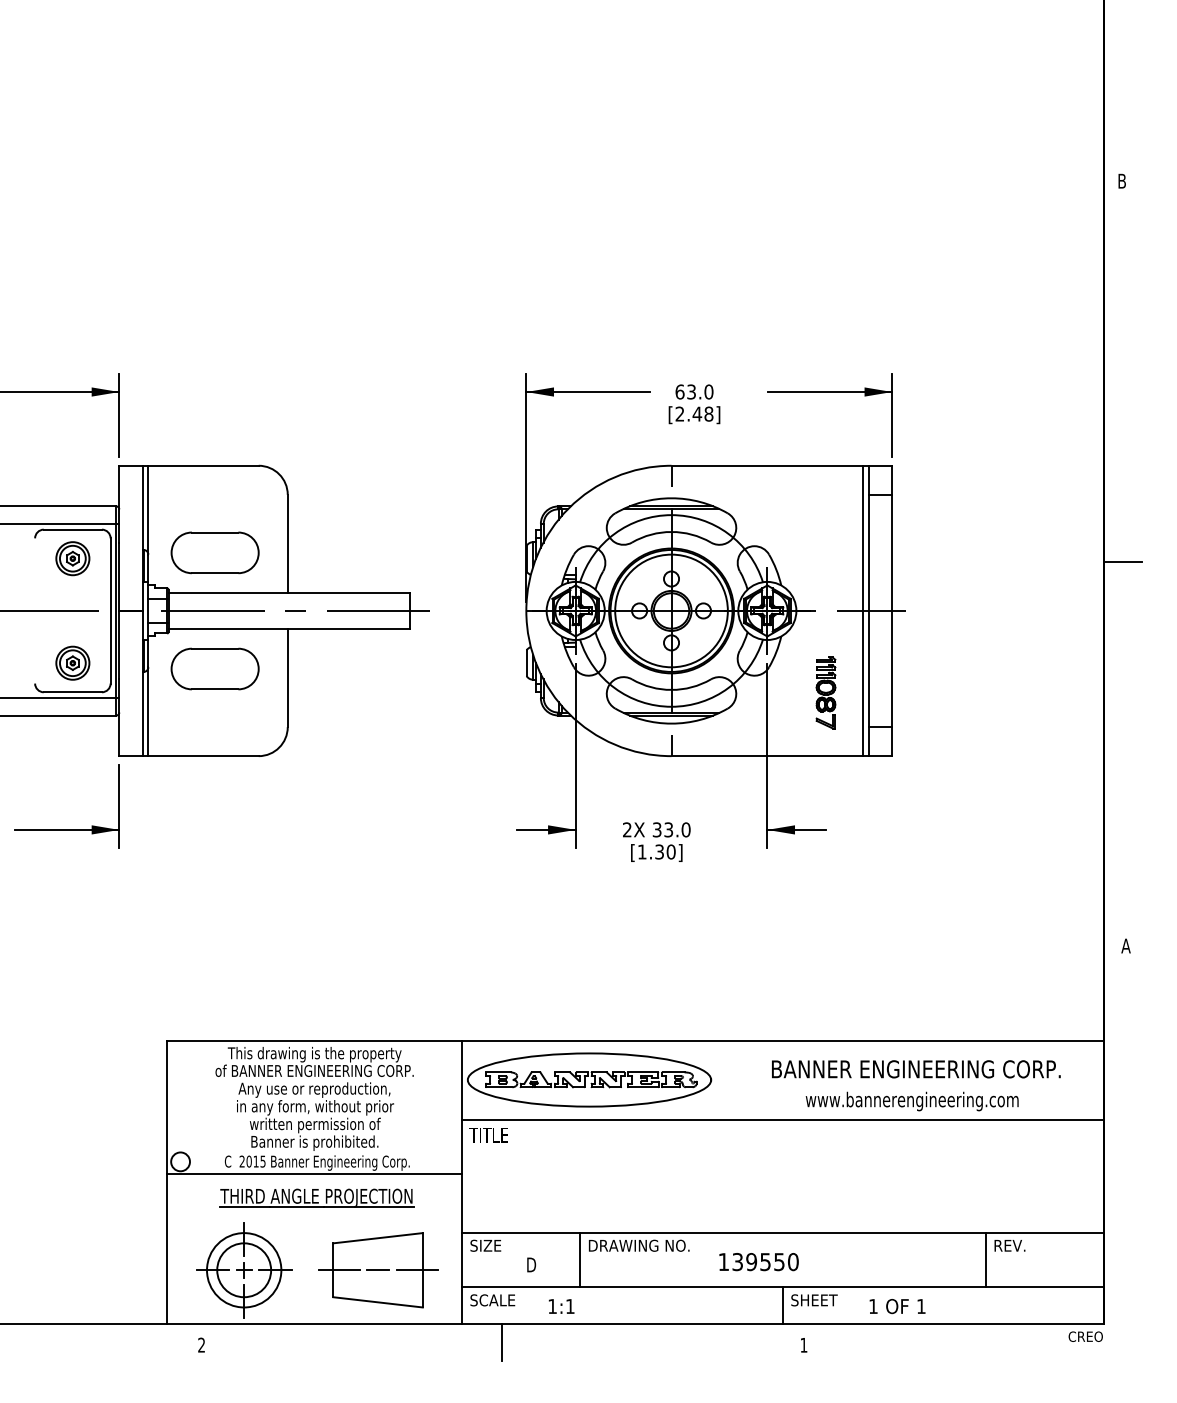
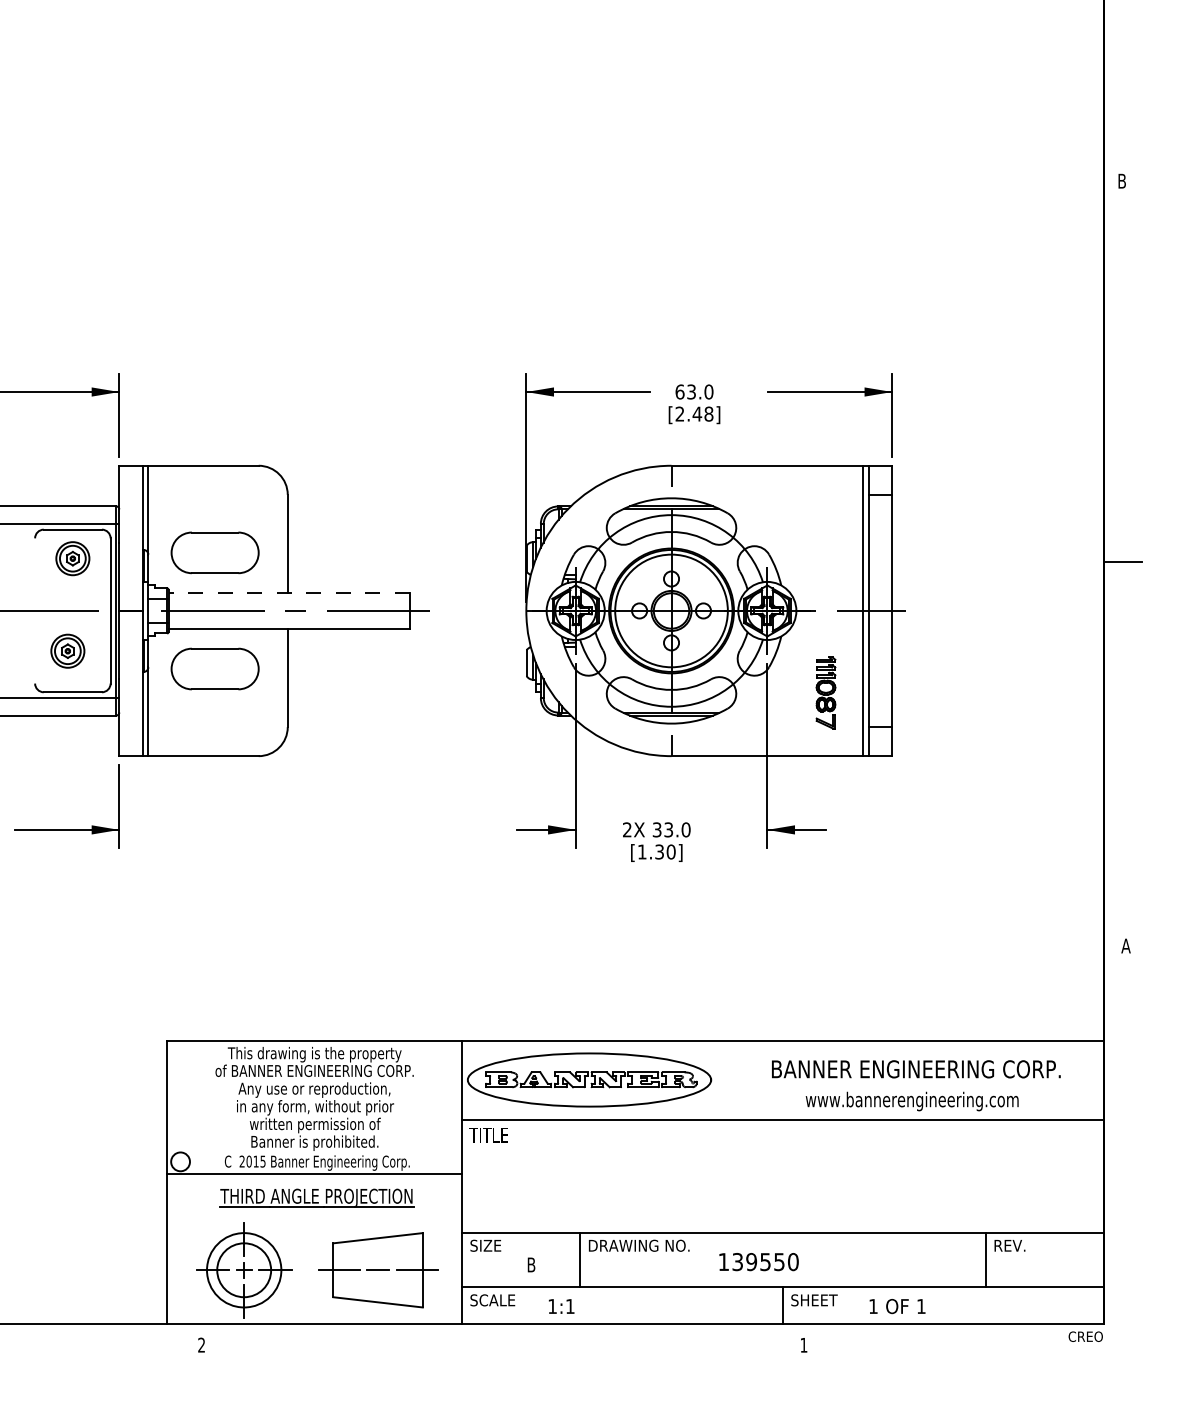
line at (288, 593): solid -> dashed
part at (72, 662) position: (72, 662) -> (67, 650)
text at (531, 1264): D -> B
line at (502, 1342): present -> none
